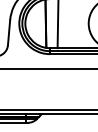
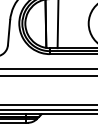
line at (48, 75): none -> present
line at (48, 104): none -> present
